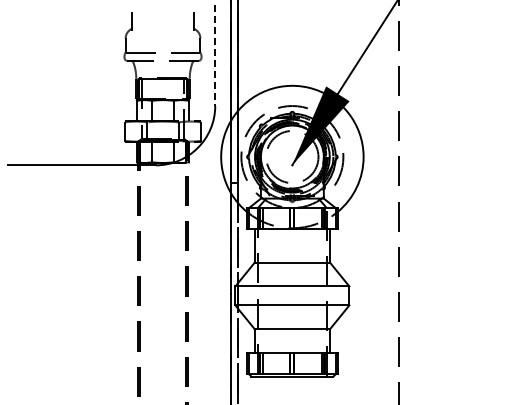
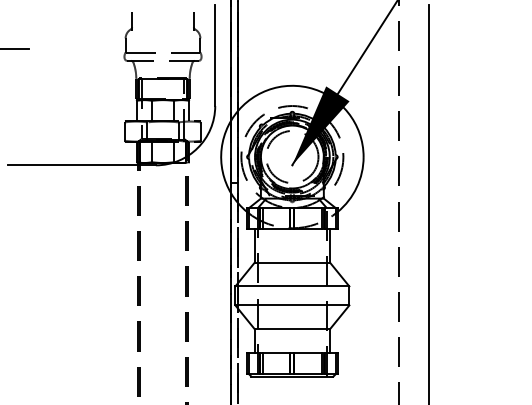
line at (15, 49): none -> present
line at (215, 56): dashed -> solid
line at (428, 203): none -> present
